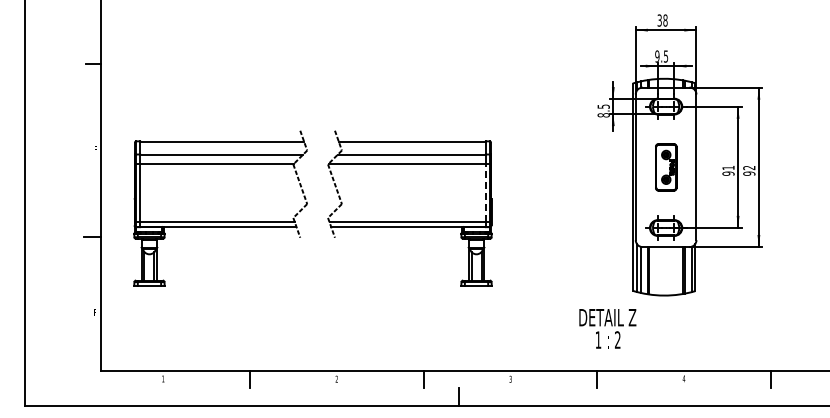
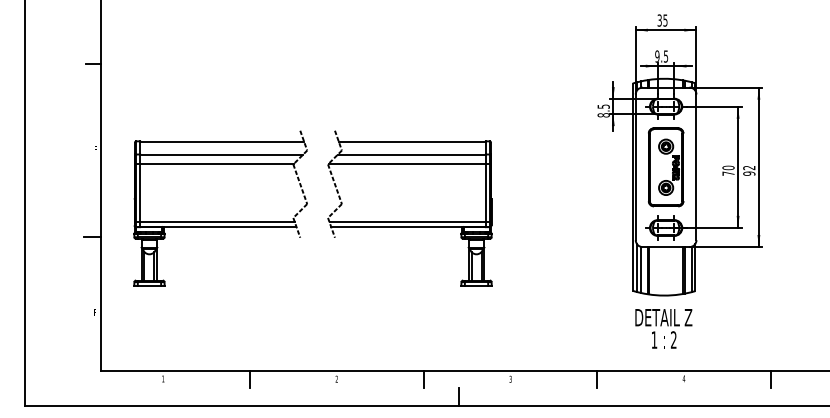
text at (665, 20): 38 -> 35
part at (666, 167) size: 23x49 px -> 37x81 px
text at (728, 170): 91 -> 70
line at (485, 192): dashed -> solid
text at (607, 328) position: (607, 328) -> (663, 328)
